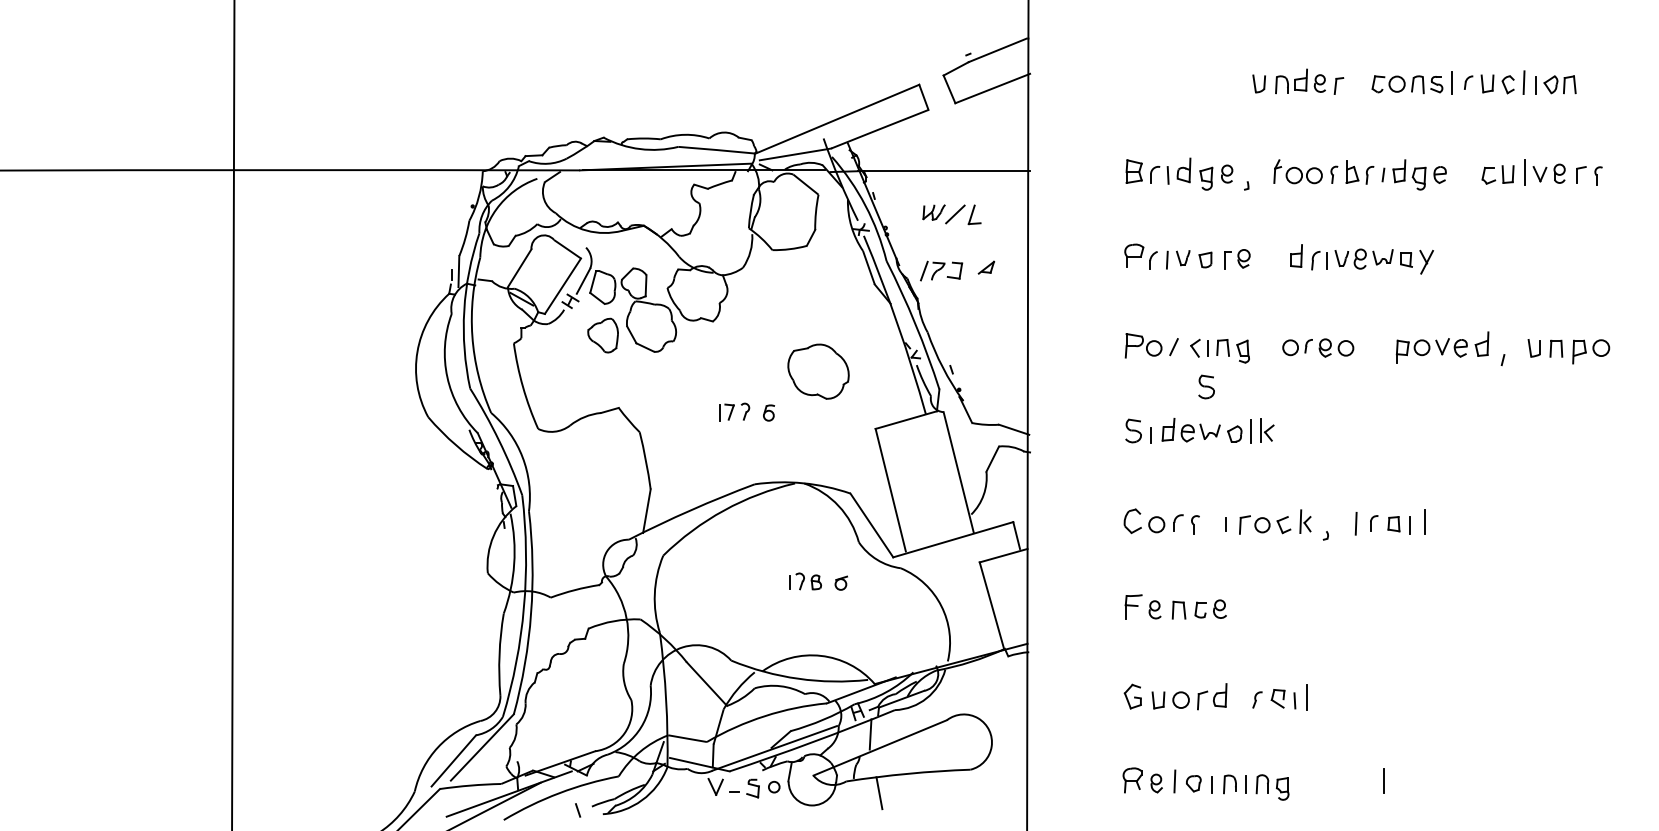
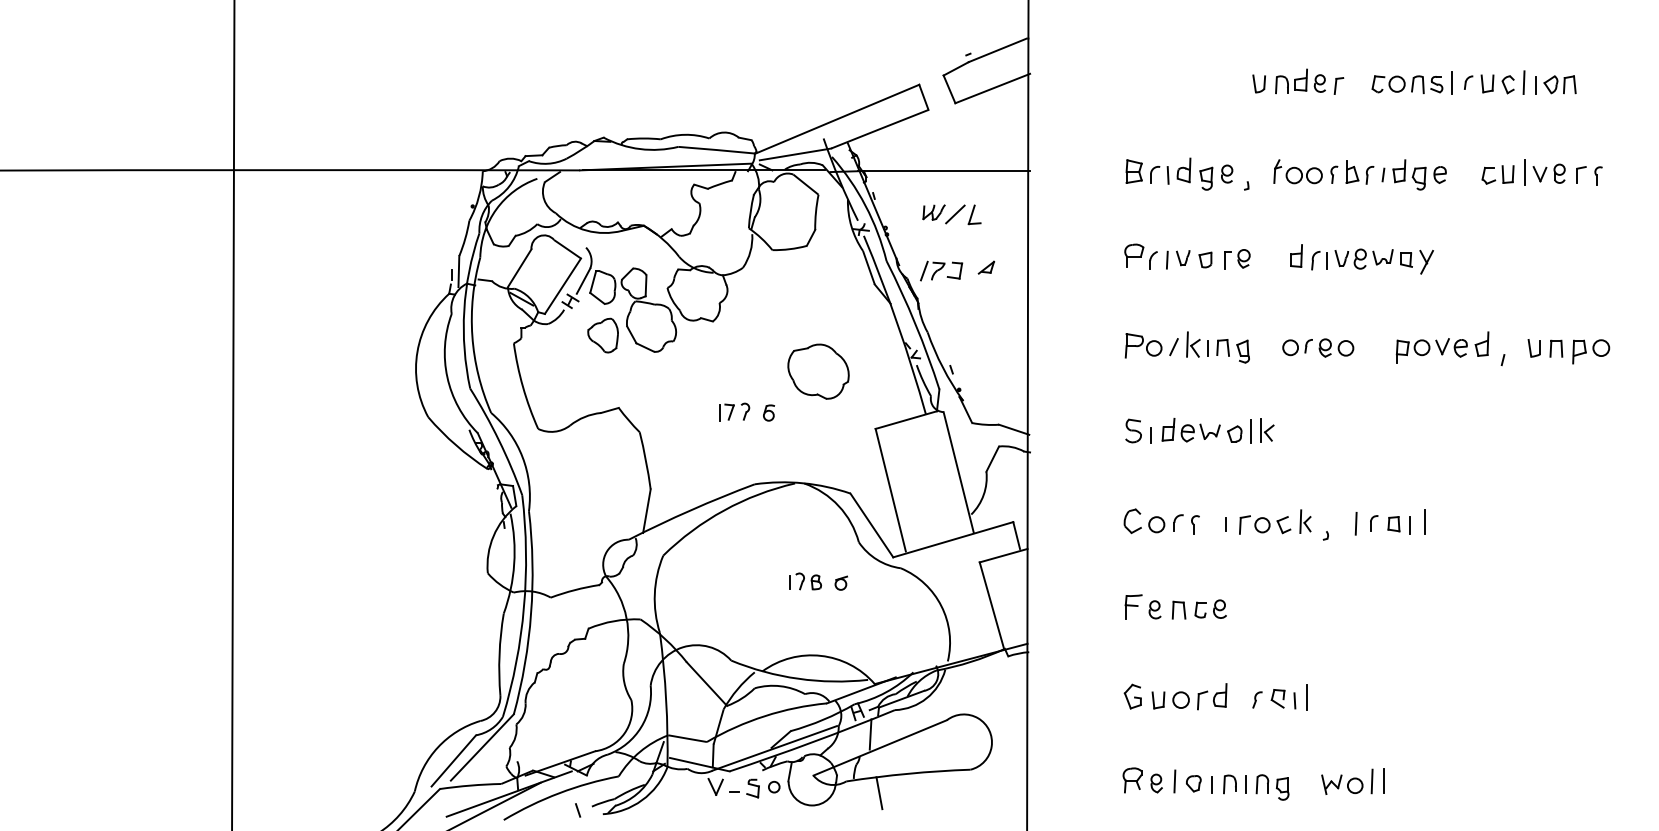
line at (1187, 344): none -> present
part at (1206, 386): present -> none
part at (1347, 781): none -> present
